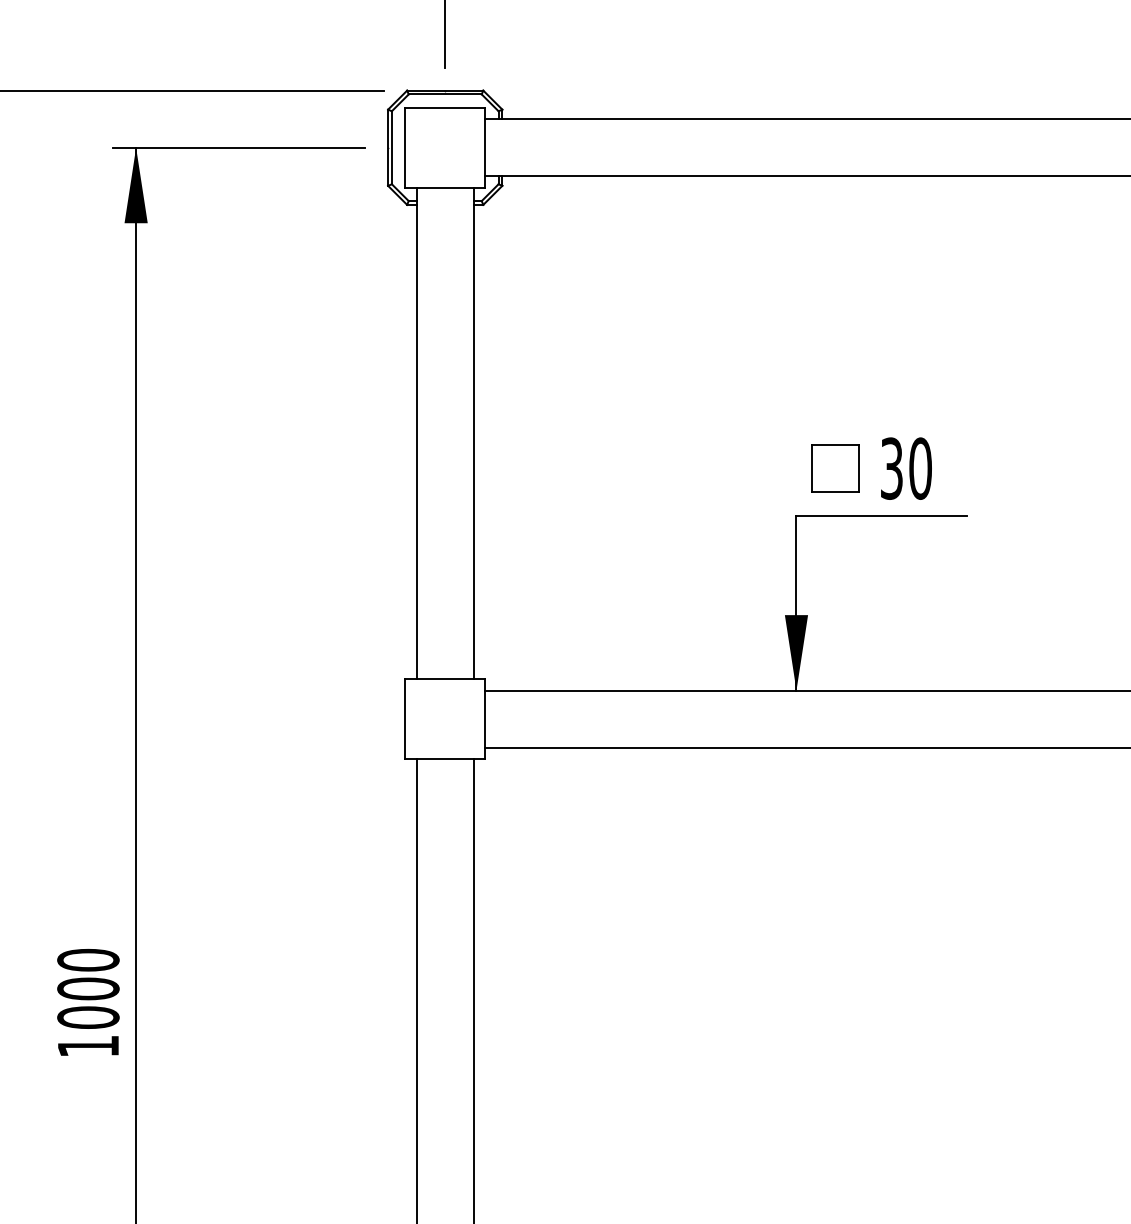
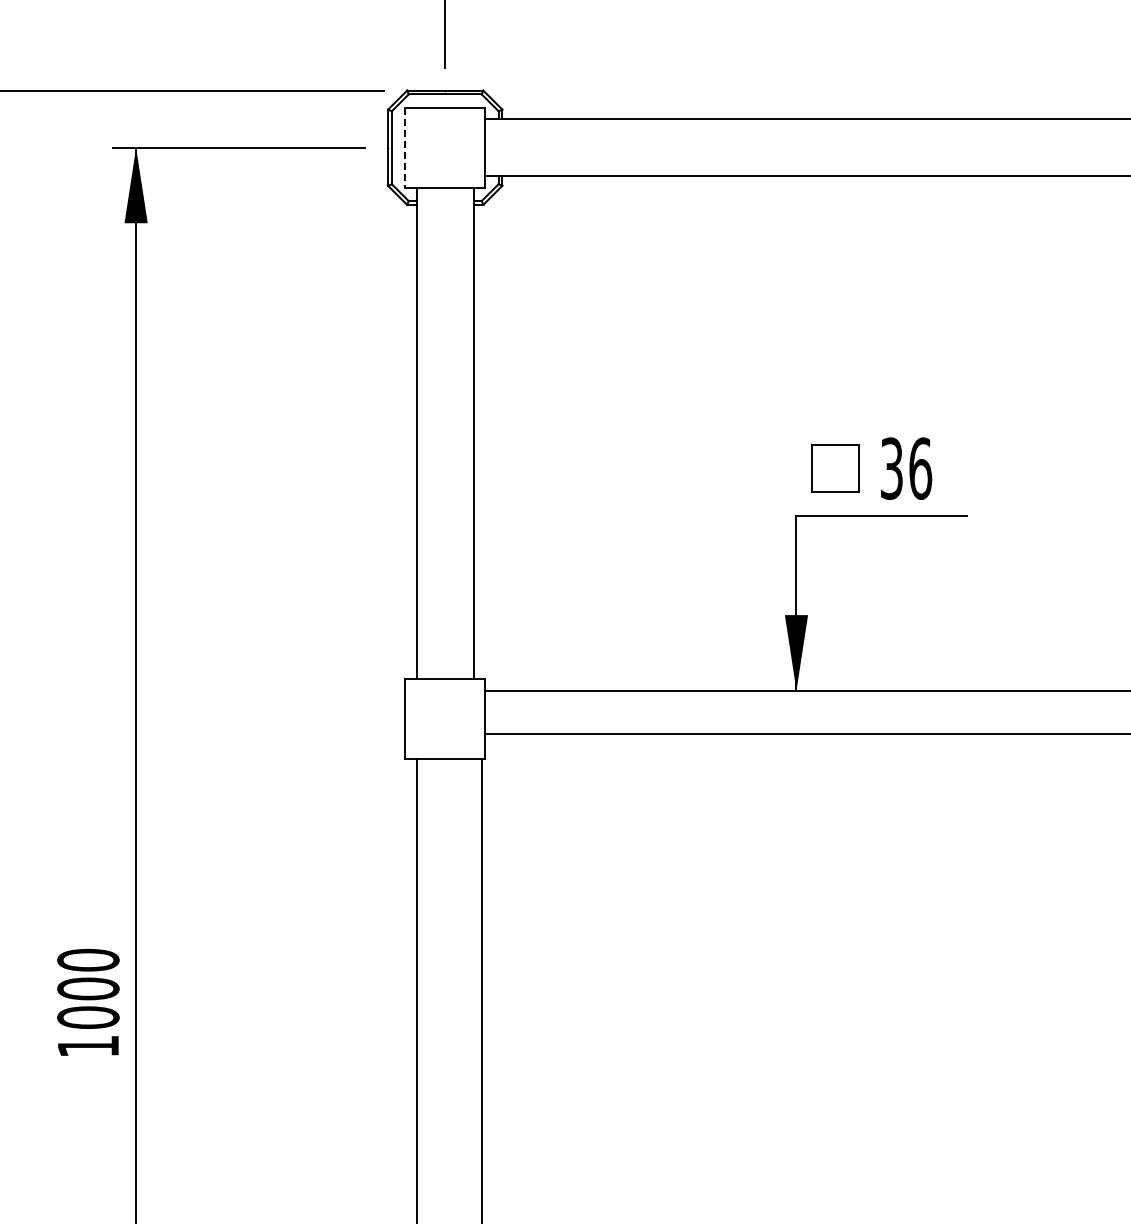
line at (405, 147): solid -> dashed
text at (920, 468): 30 -> 36
line at (806, 747) position: (806, 747) -> (806, 733)
line at (473, 989) position: (473, 989) -> (481, 989)
